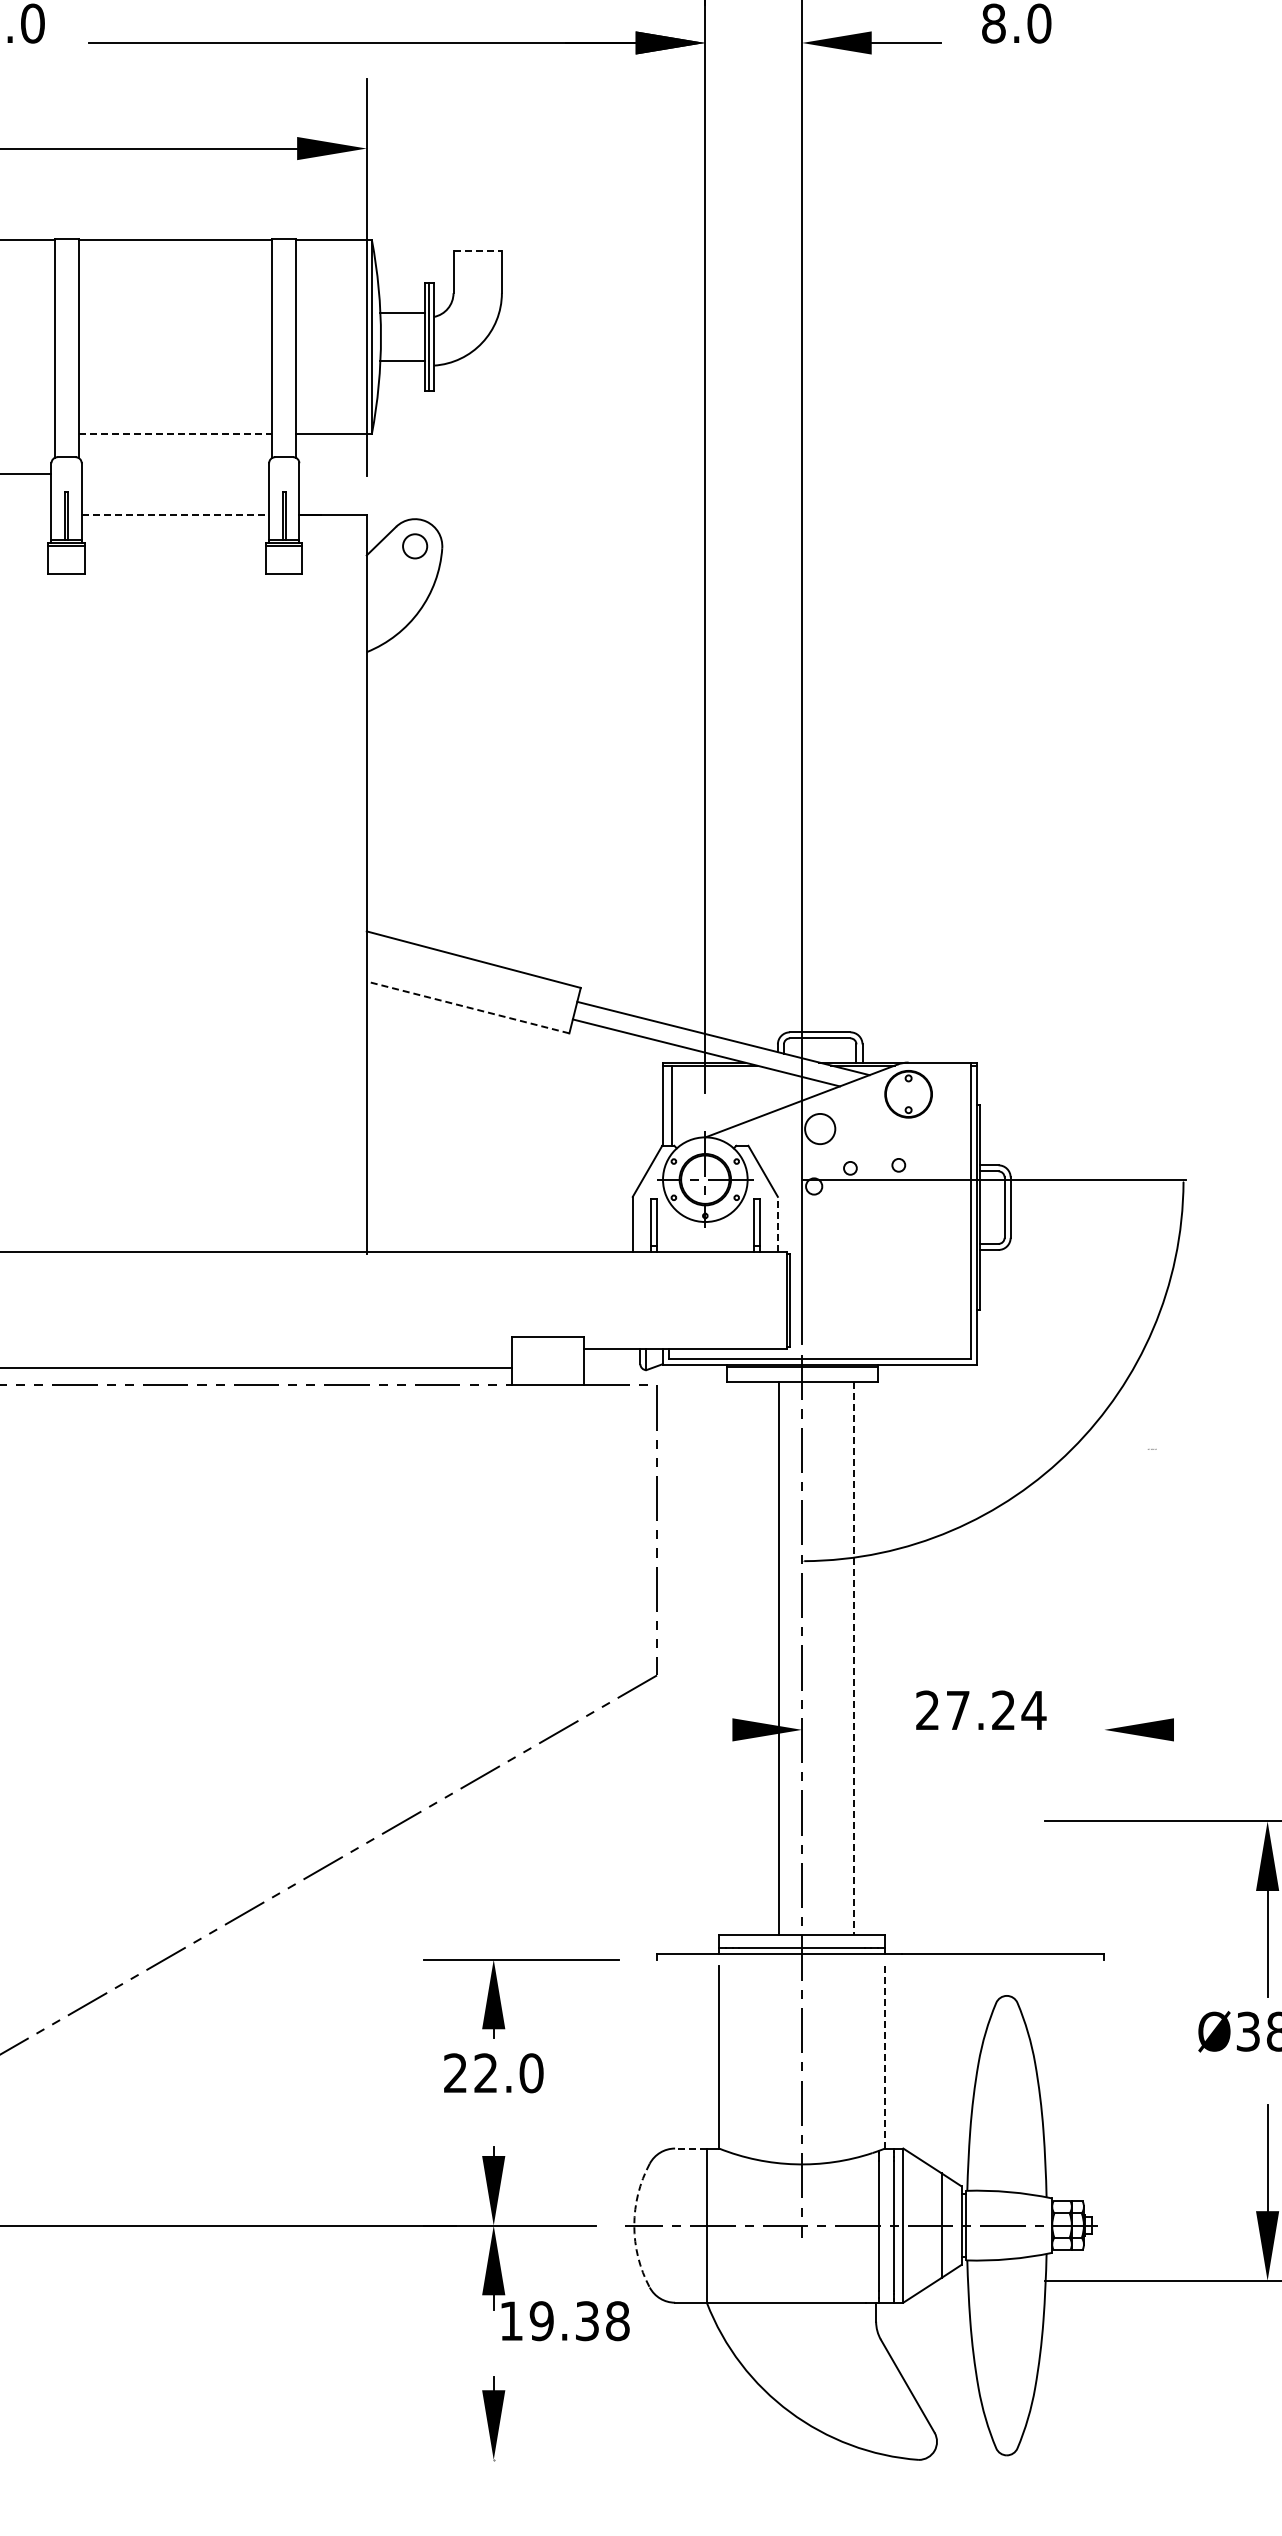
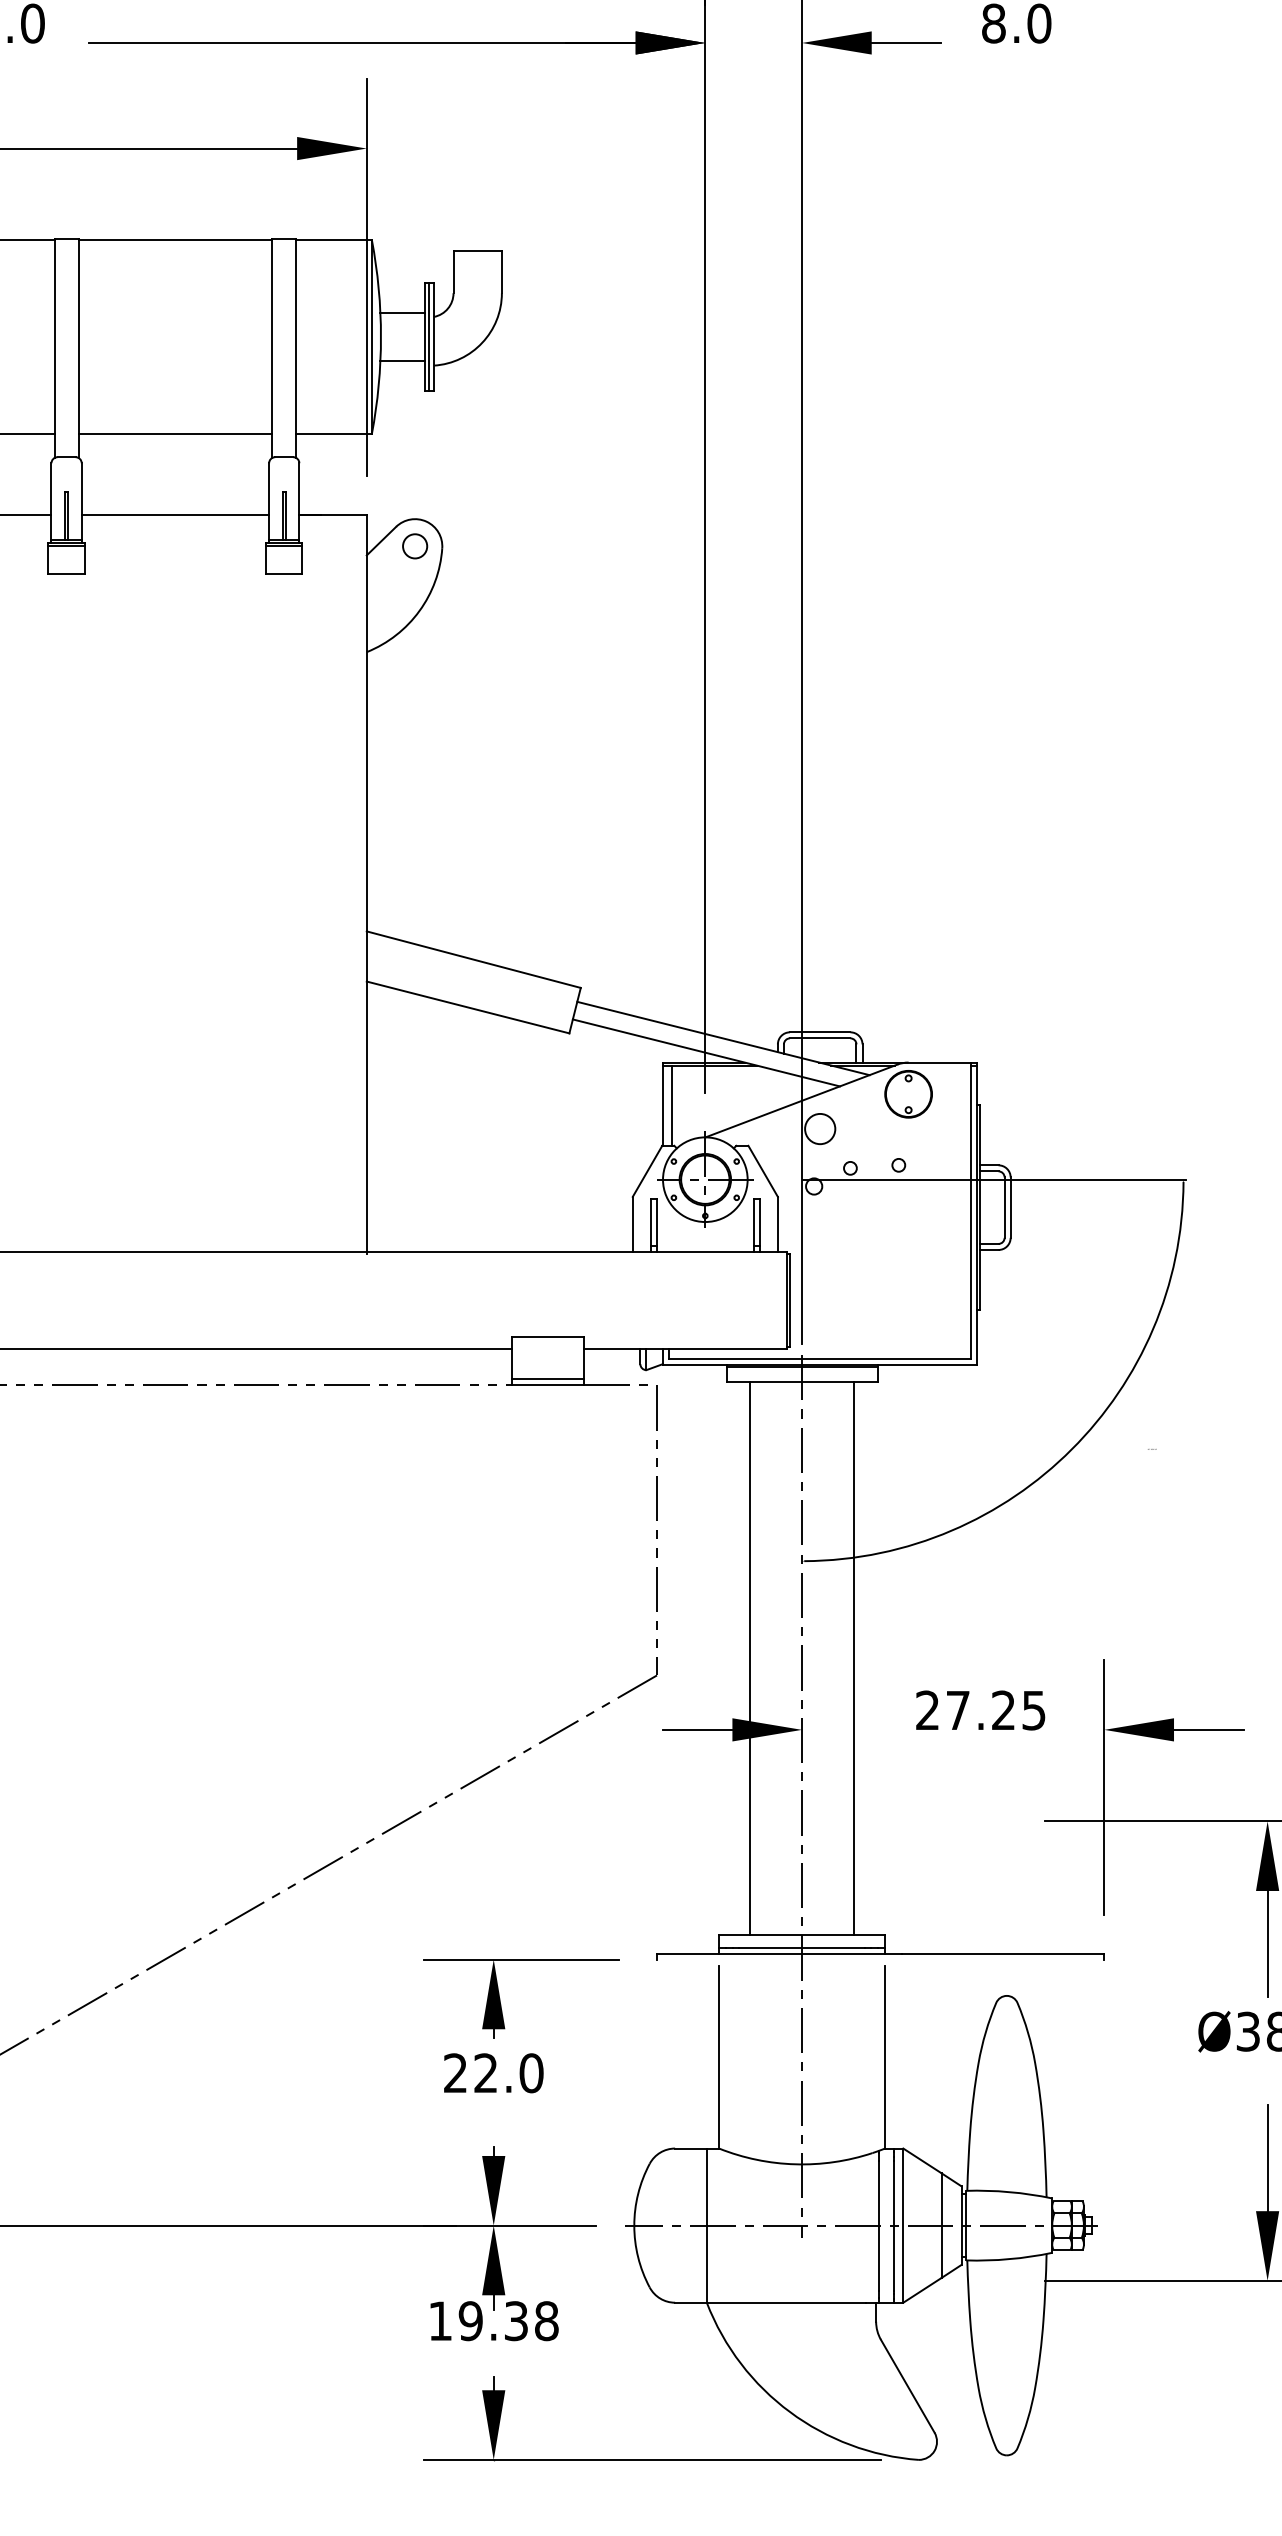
line at (478, 250): dashed -> solid
line at (28, 433): none -> present
line at (175, 433): dashed -> solid
line at (26, 473) position: (26, 473) -> (26, 514)
line at (175, 514): dashed -> solid
line at (468, 1007): dashed -> solid
line at (777, 1224): dashed -> solid
line at (256, 1367) position: (256, 1367) -> (256, 1348)
line at (547, 1379): none -> present
line at (778, 1658) position: (778, 1658) -> (749, 1658)
line at (854, 1658): dashed -> solid
text at (1033, 1710): 27.24 -> 27.25
line at (697, 1729): none -> present
line at (1208, 1729): none -> present
line at (1104, 1787): none -> present
line at (885, 2056): dashed -> solid
line at (690, 2148): dashed -> solid
arc at (634, 2225): dashed -> solid
text at (565, 2321) position: (565, 2321) -> (494, 2321)
line at (652, 2459): none -> present
